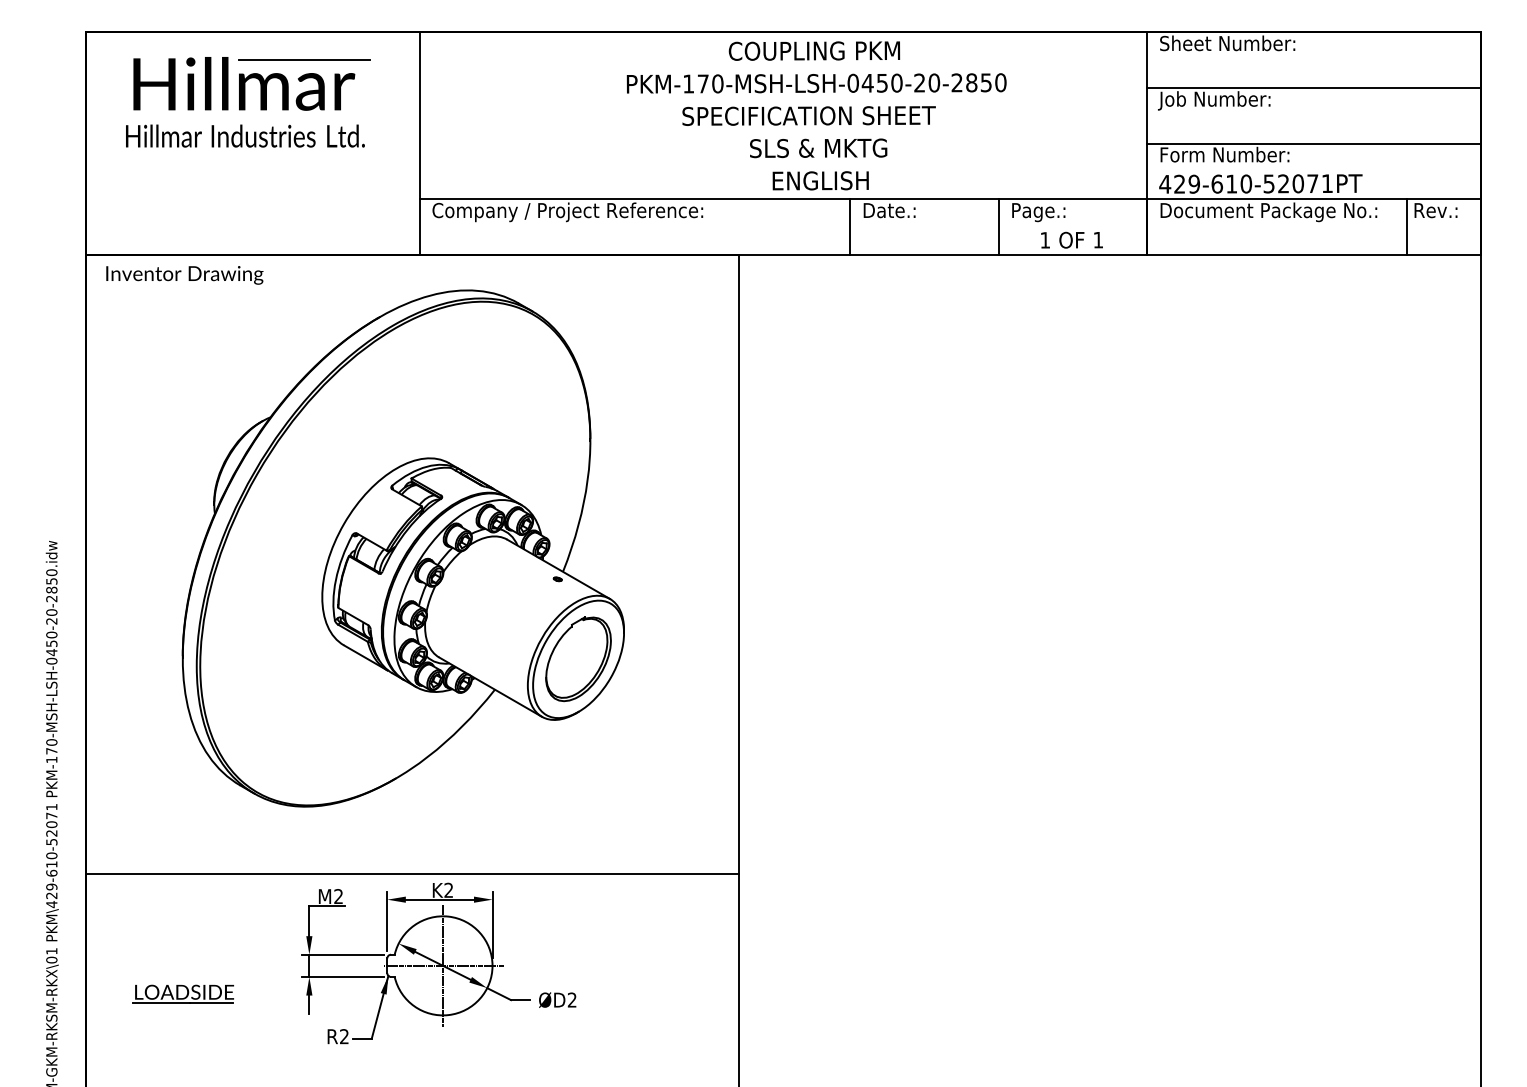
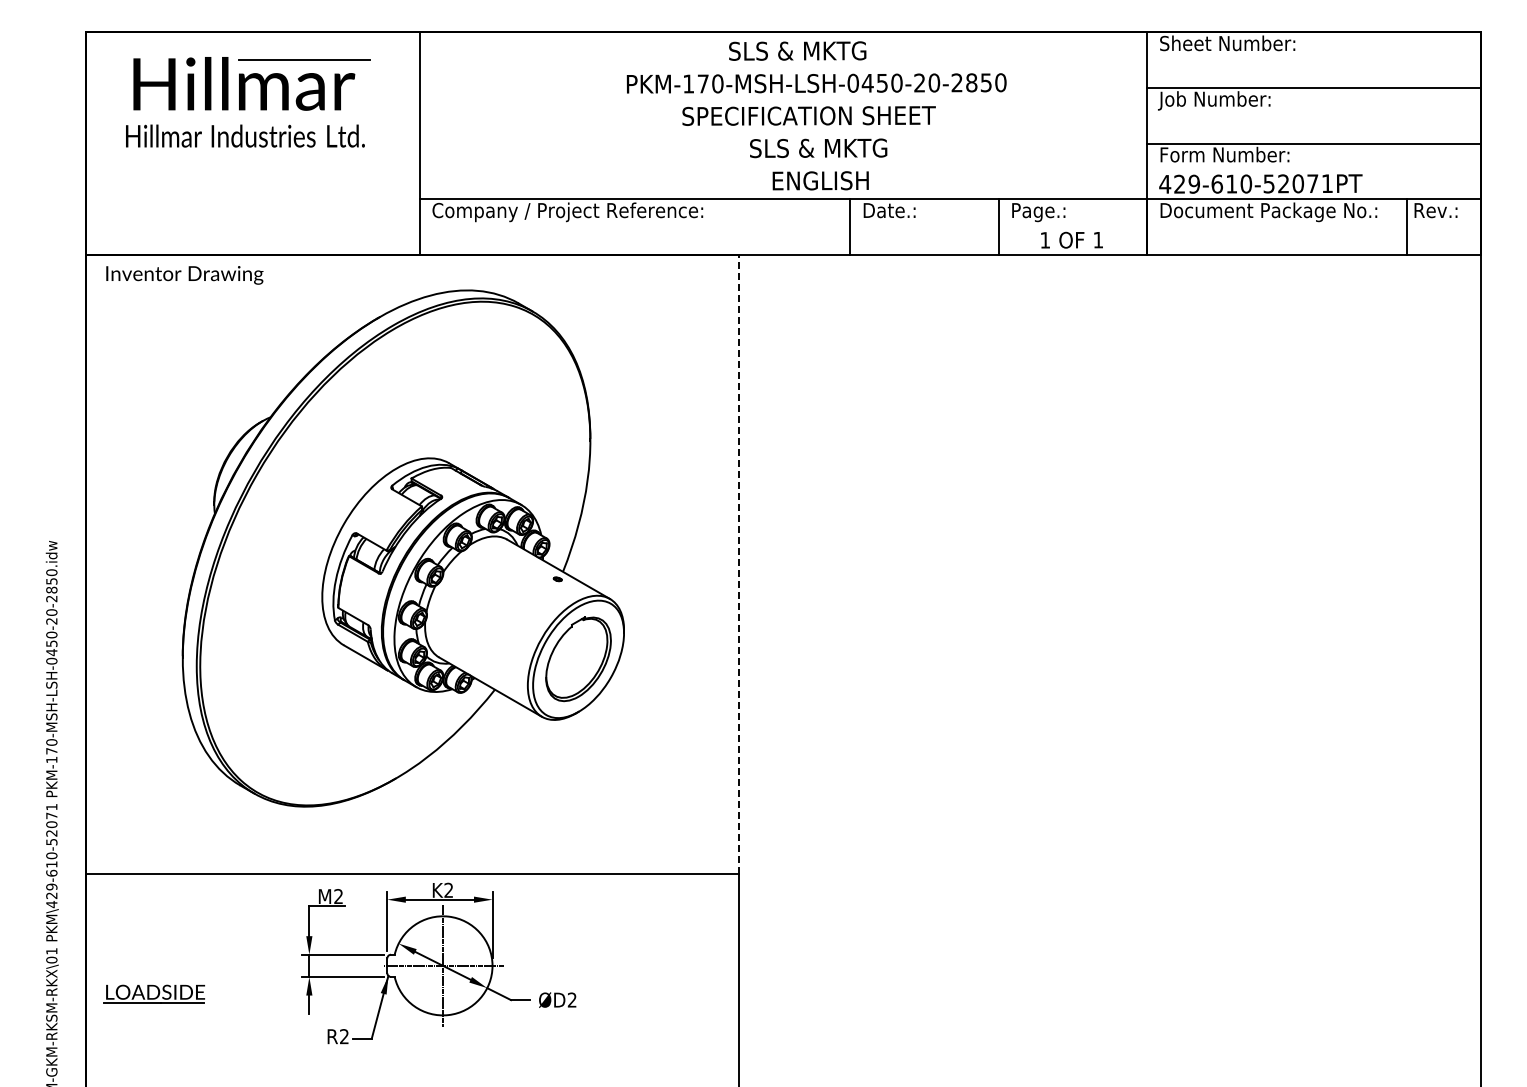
text at (814, 50): COUPLING PKM -> SLS & MKTG
line at (739, 564): solid -> dashed
part at (182, 993) position: (182, 993) -> (153, 993)
